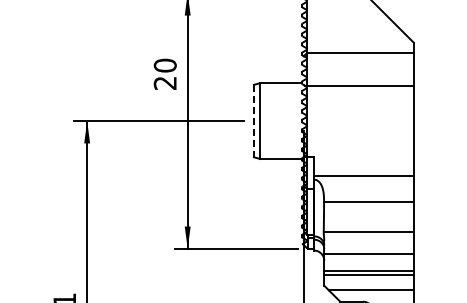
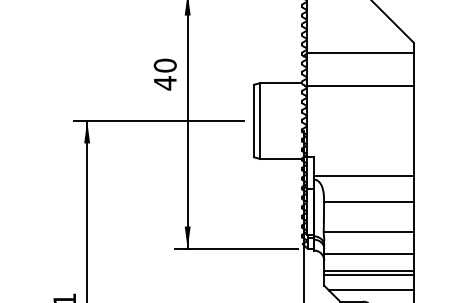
text at (164, 83): 20 -> 40
line at (253, 121): dashed -> solid
